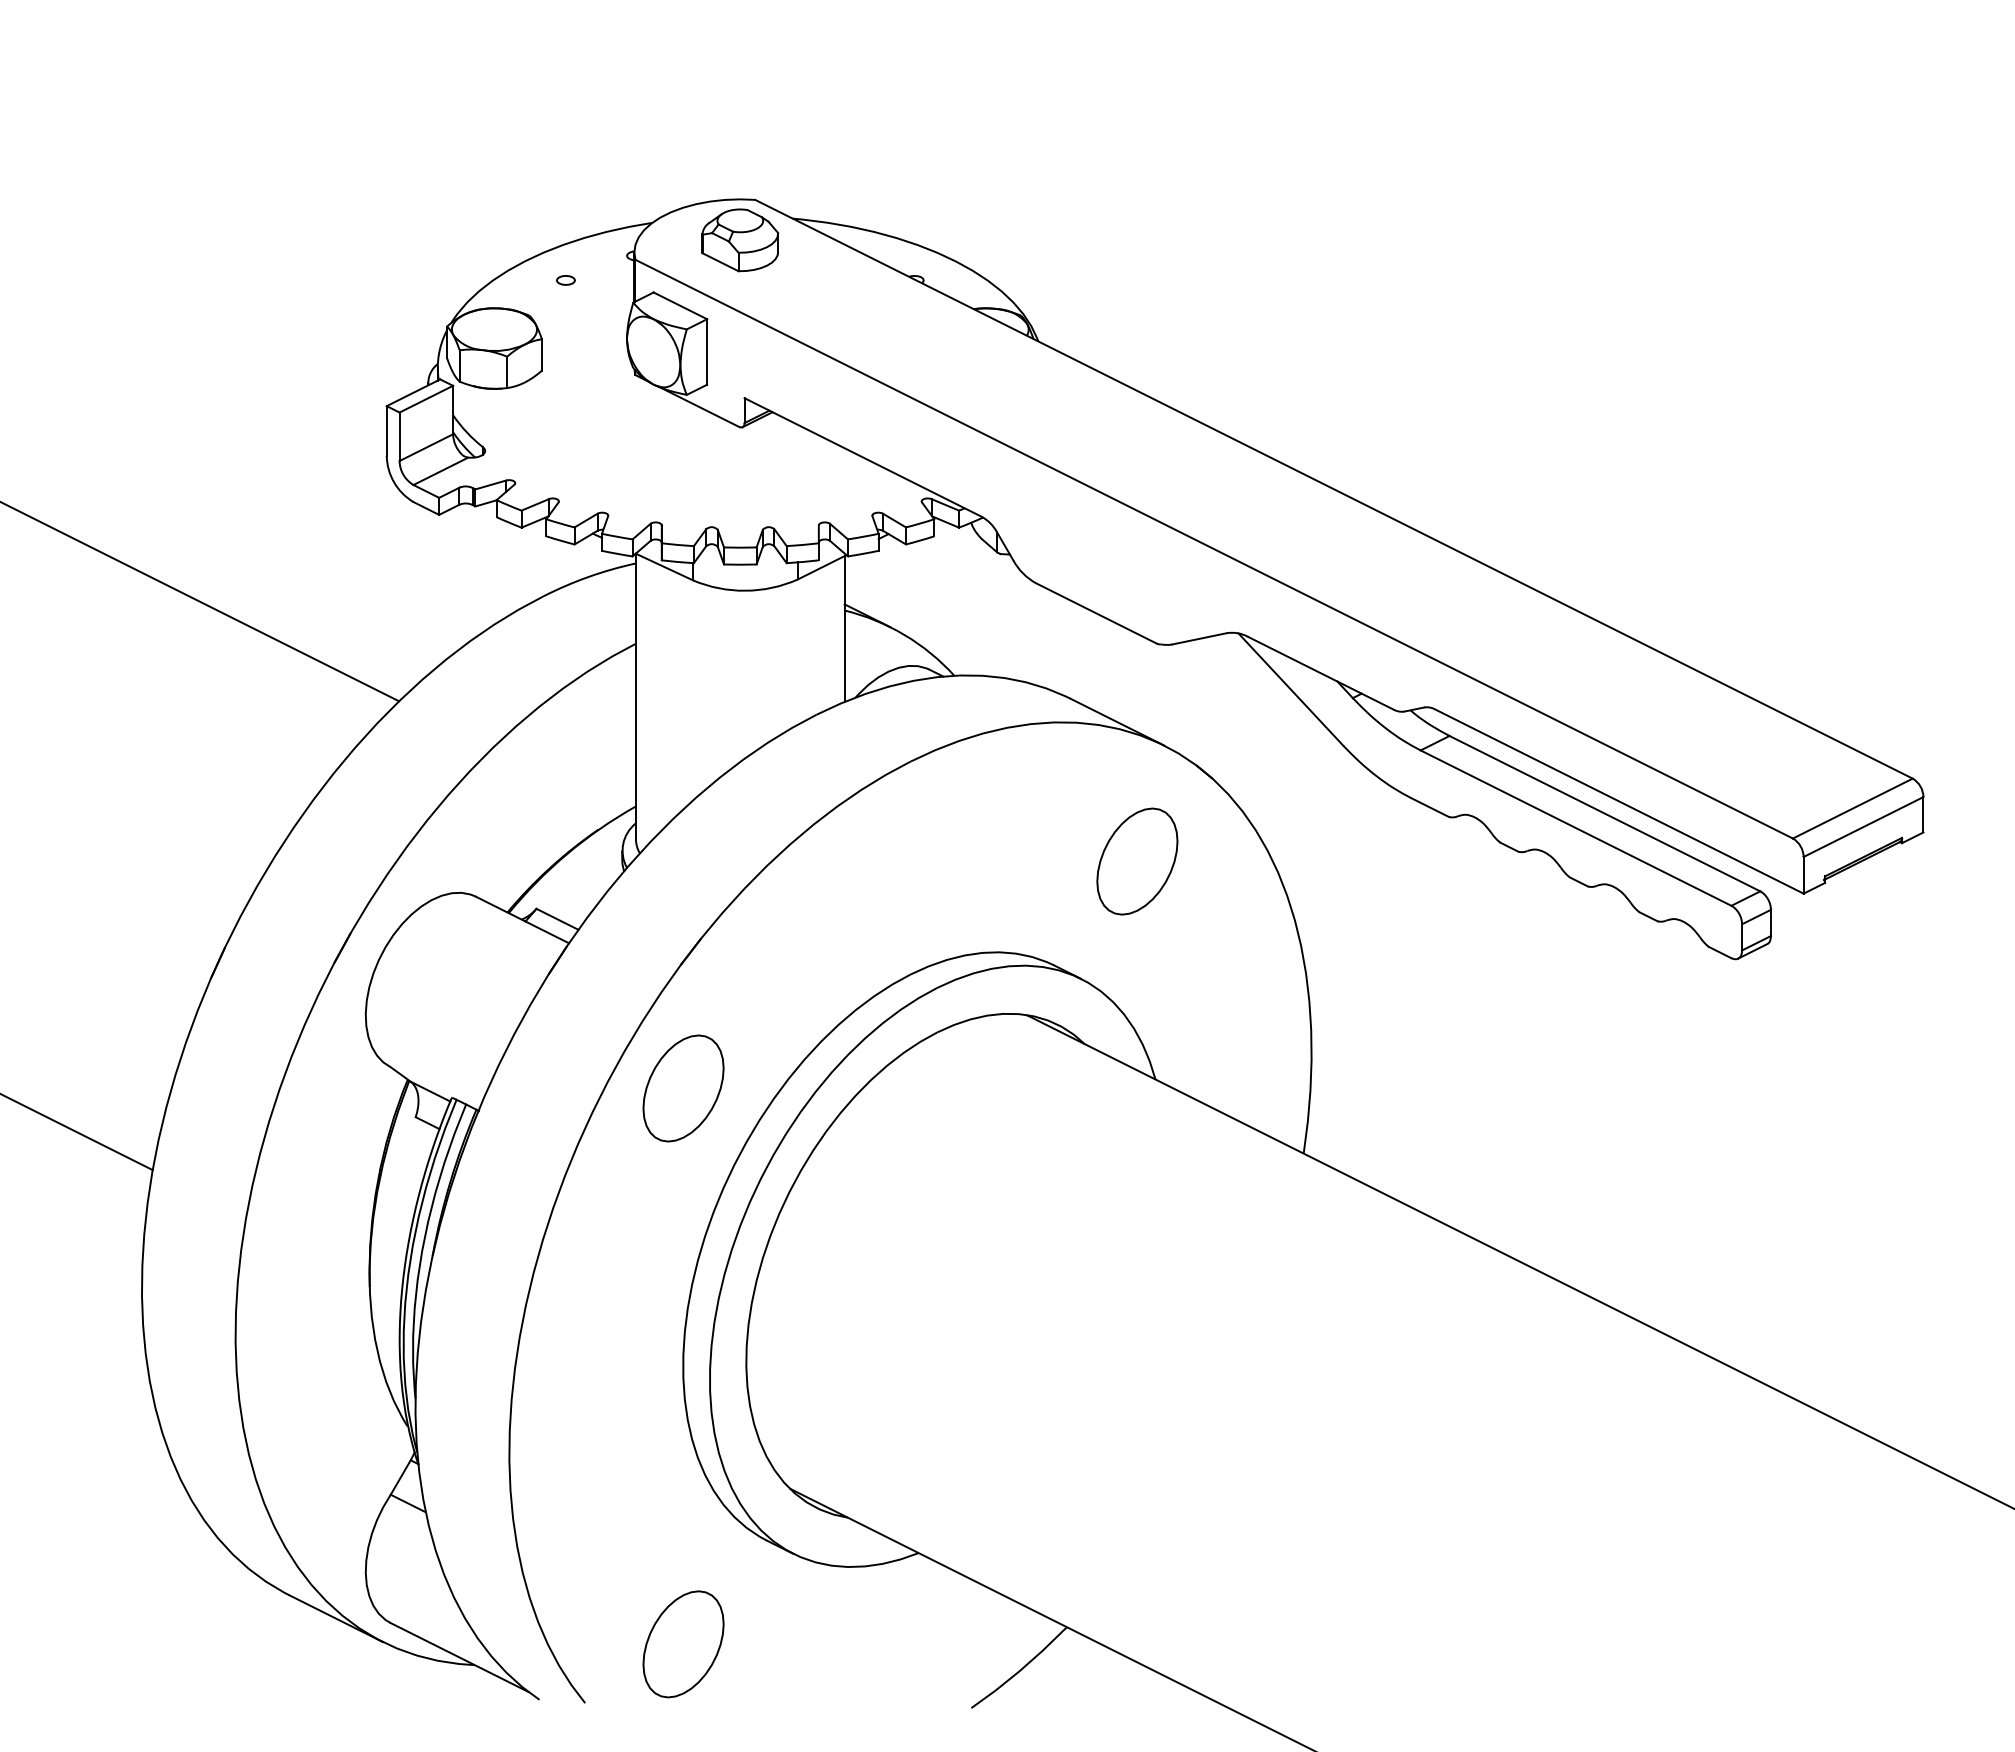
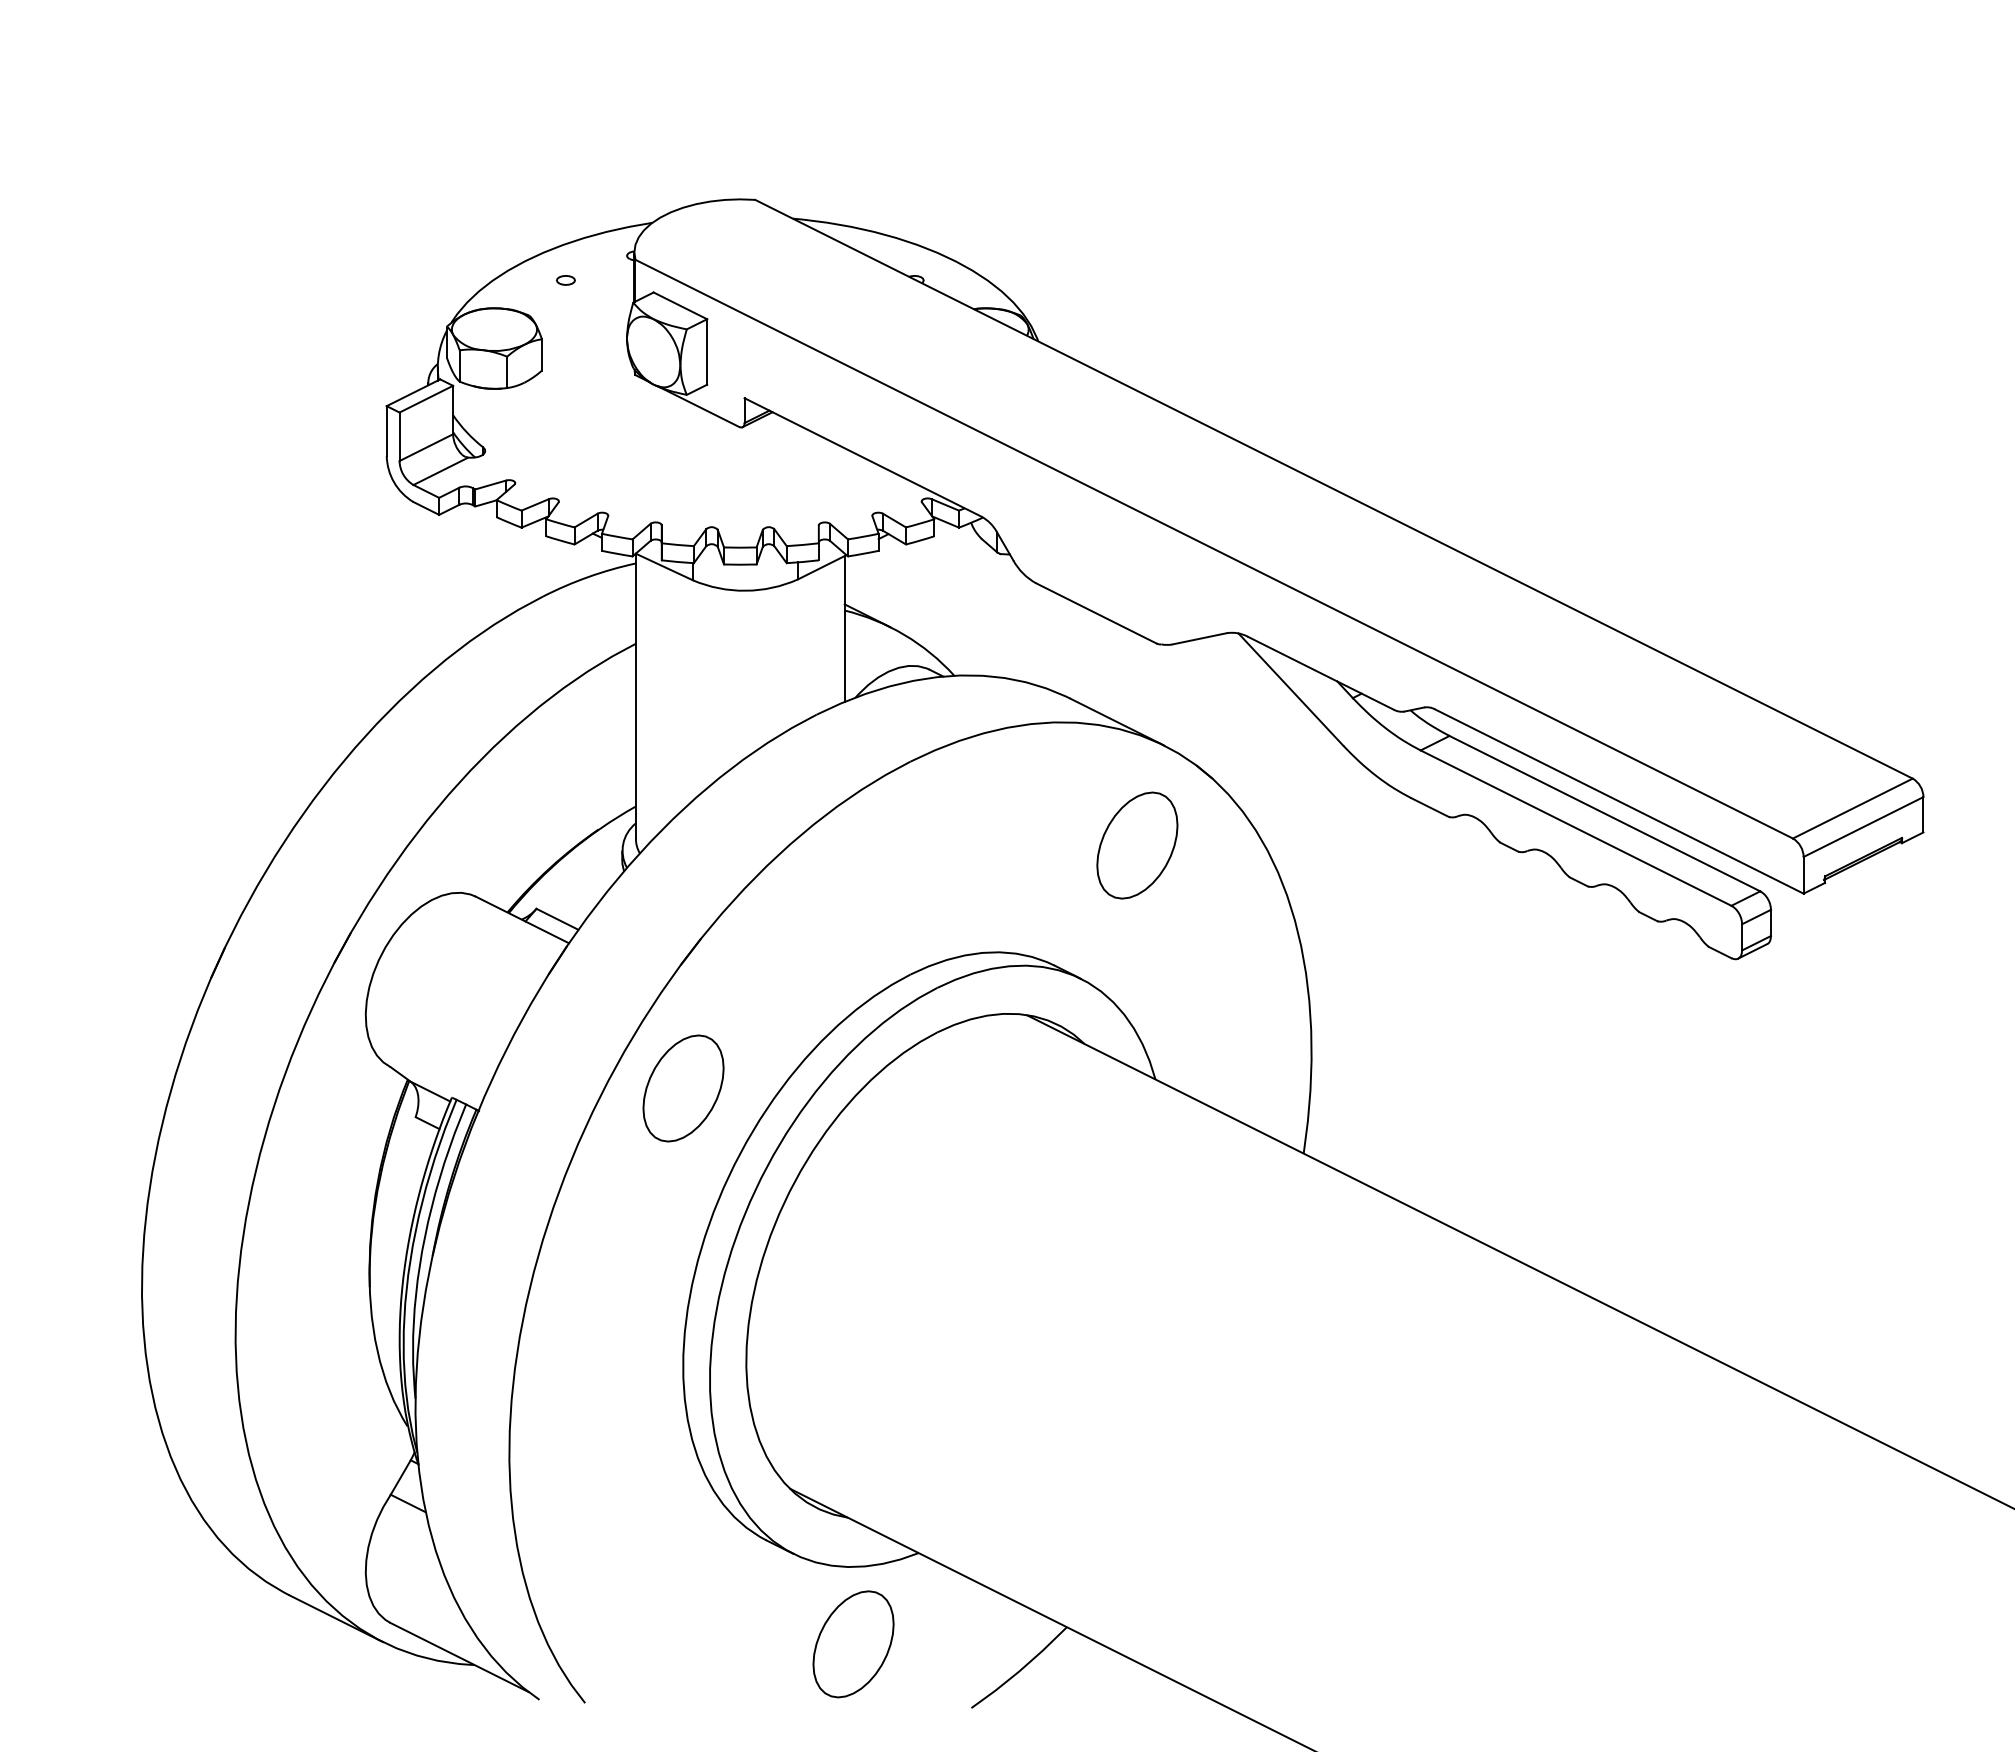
part at (740, 240): present -> none
line at (200, 602): present -> none
part at (1137, 861) position: (1137, 861) -> (1137, 845)
line at (77, 1132): present -> none
part at (683, 1644) position: (683, 1644) -> (853, 1644)
